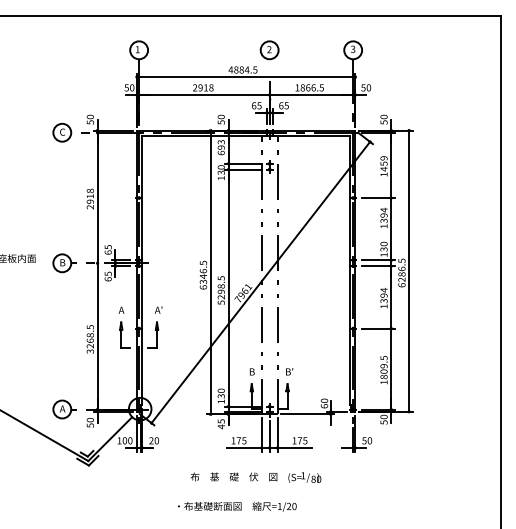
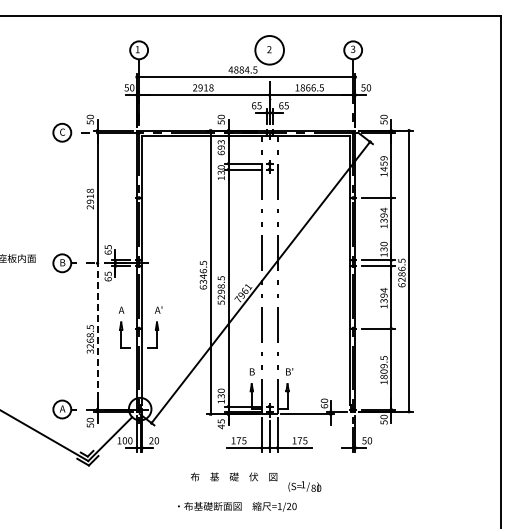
circle at (269, 50) diameter: 18 px -> 29 px
line at (97, 335): solid -> dashed
text at (304, 477) position: (304, 477) -> (304, 486)
